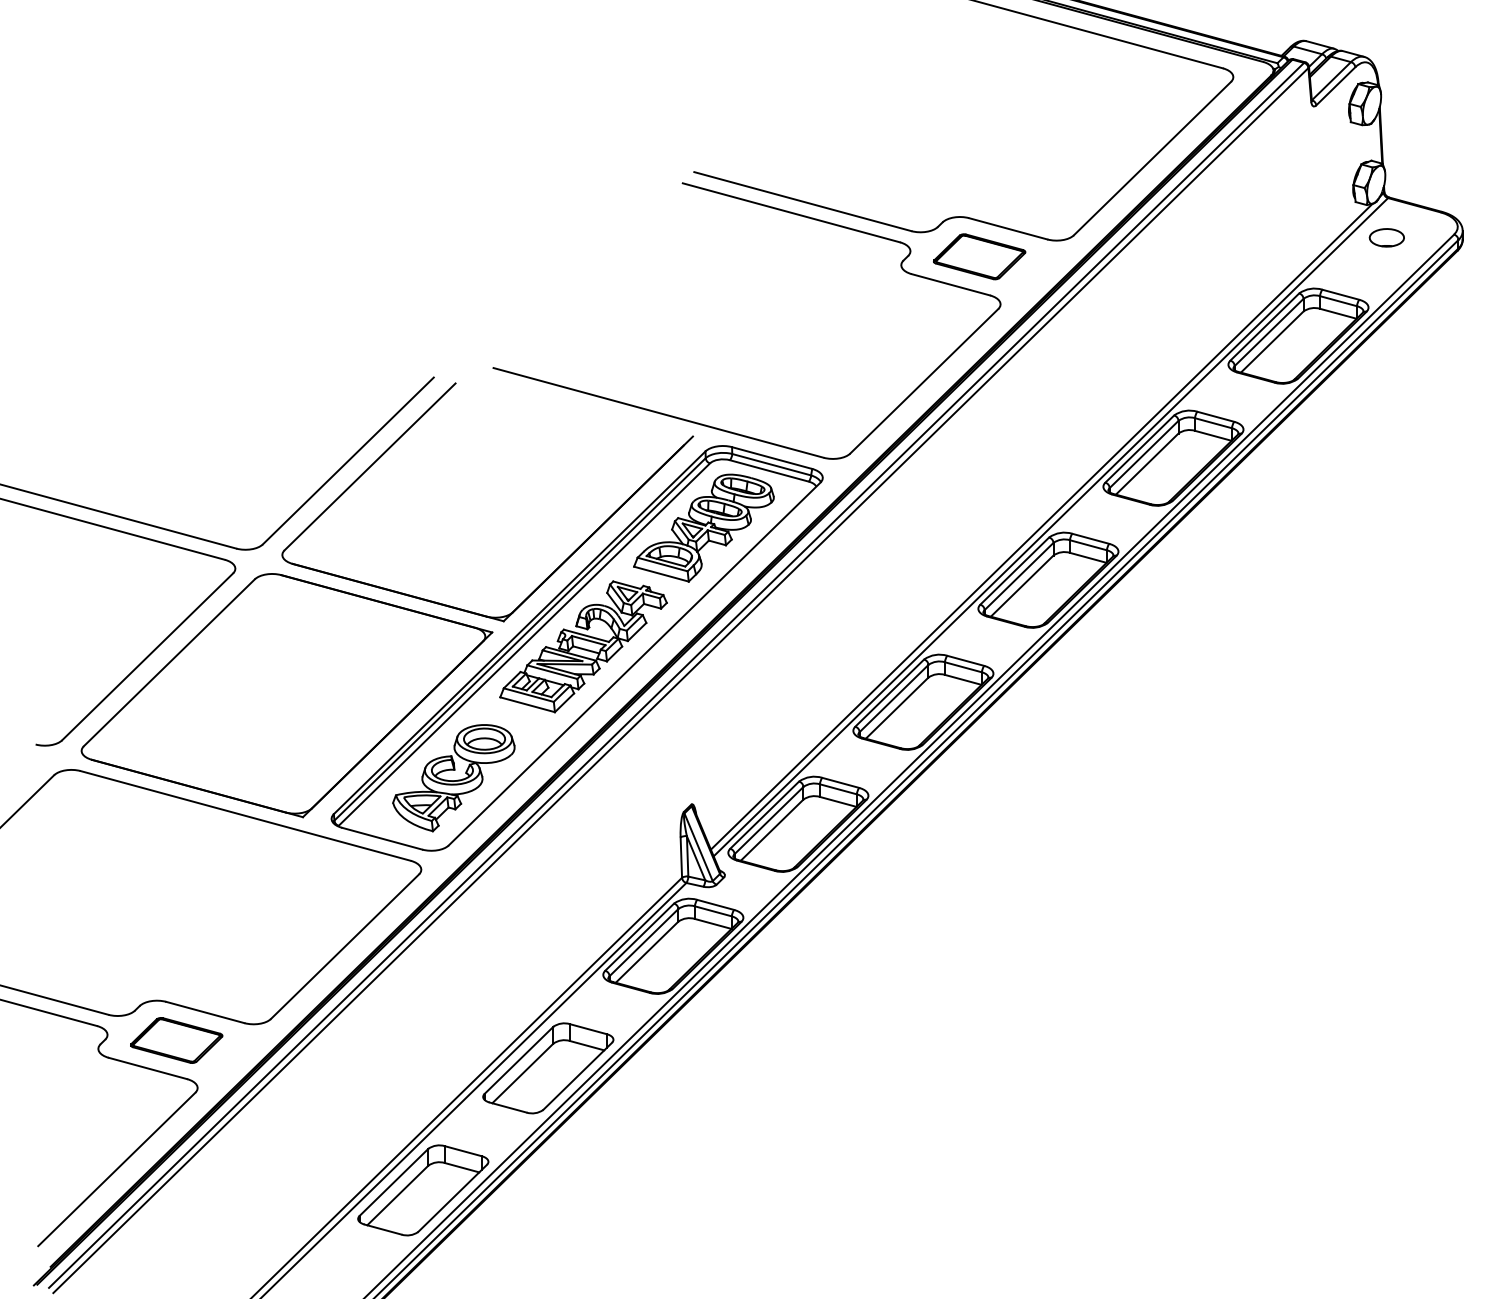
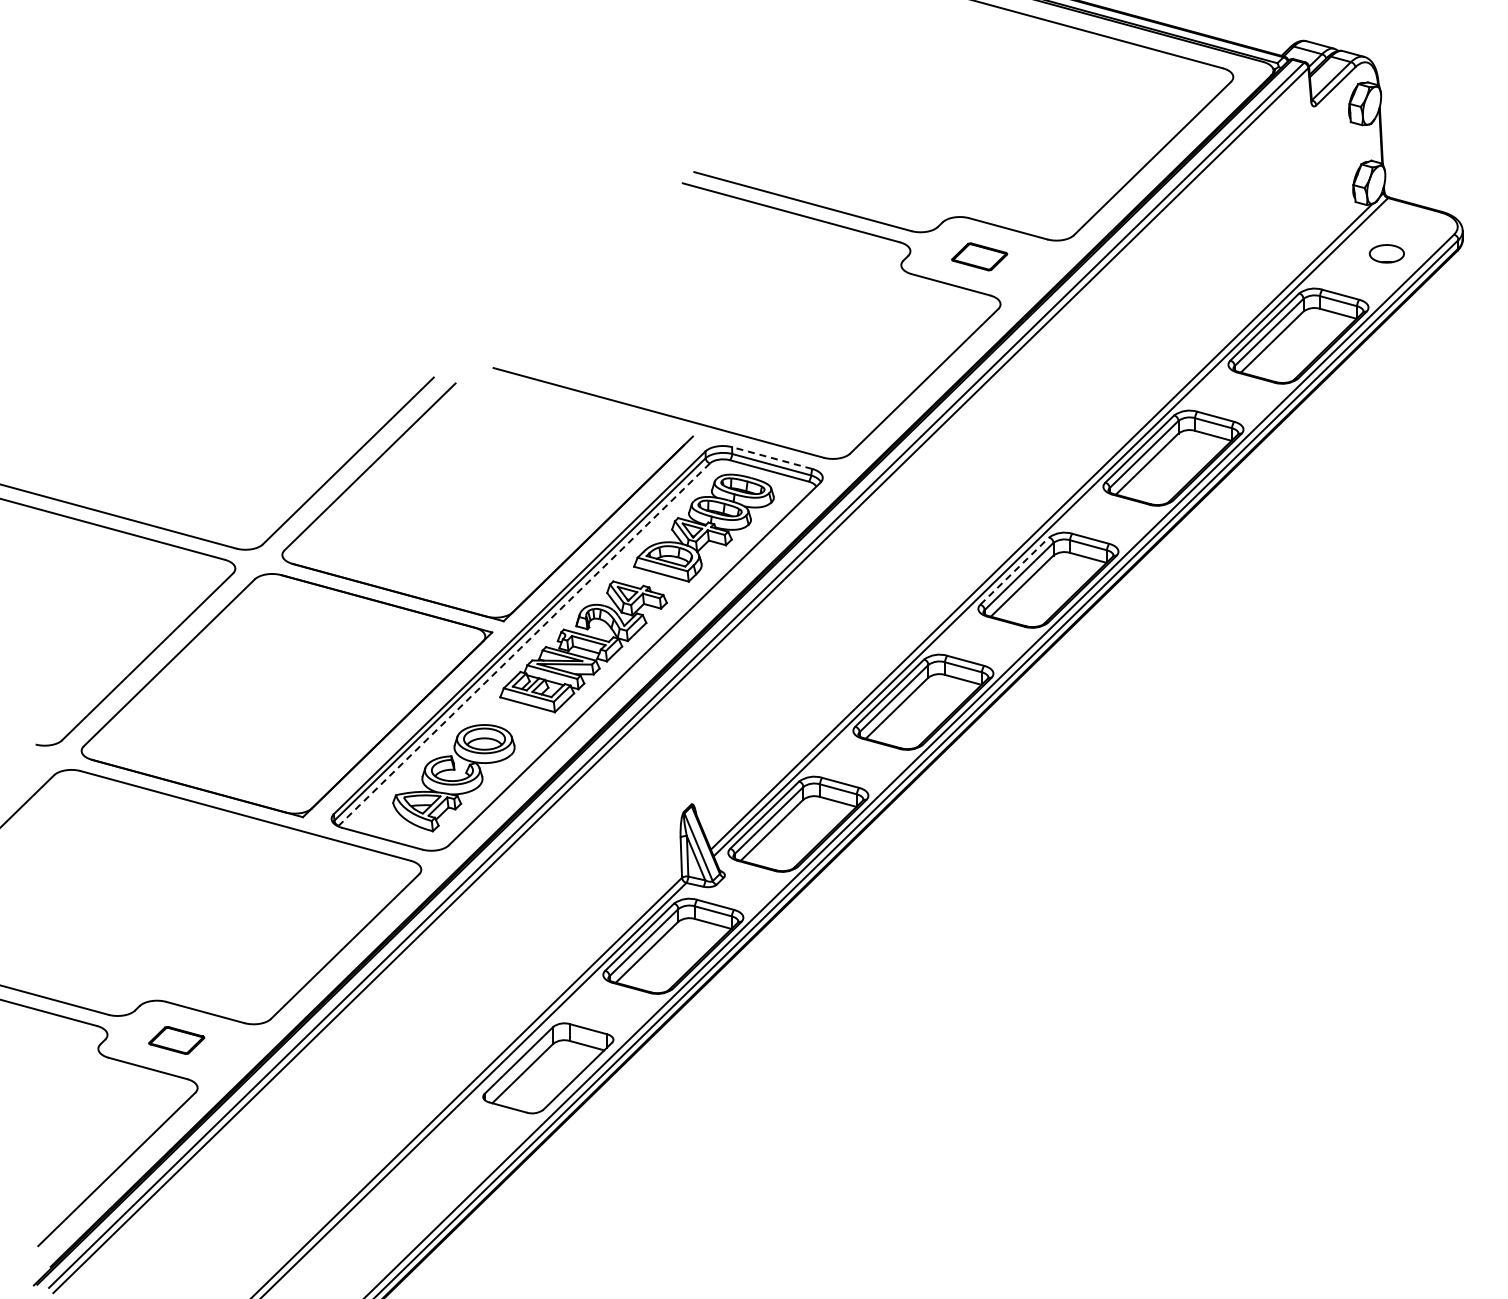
part at (1386, 237) position: (1386, 237) -> (1386, 253)
part at (979, 256) size: 94x48 px -> 58x30 px
line at (772, 458): solid -> dashed
line at (1015, 570): solid -> dashed
line at (524, 644): solid -> dashed
part at (176, 1040) size: 94x47 px -> 58x29 px
part at (423, 1190): present -> none
